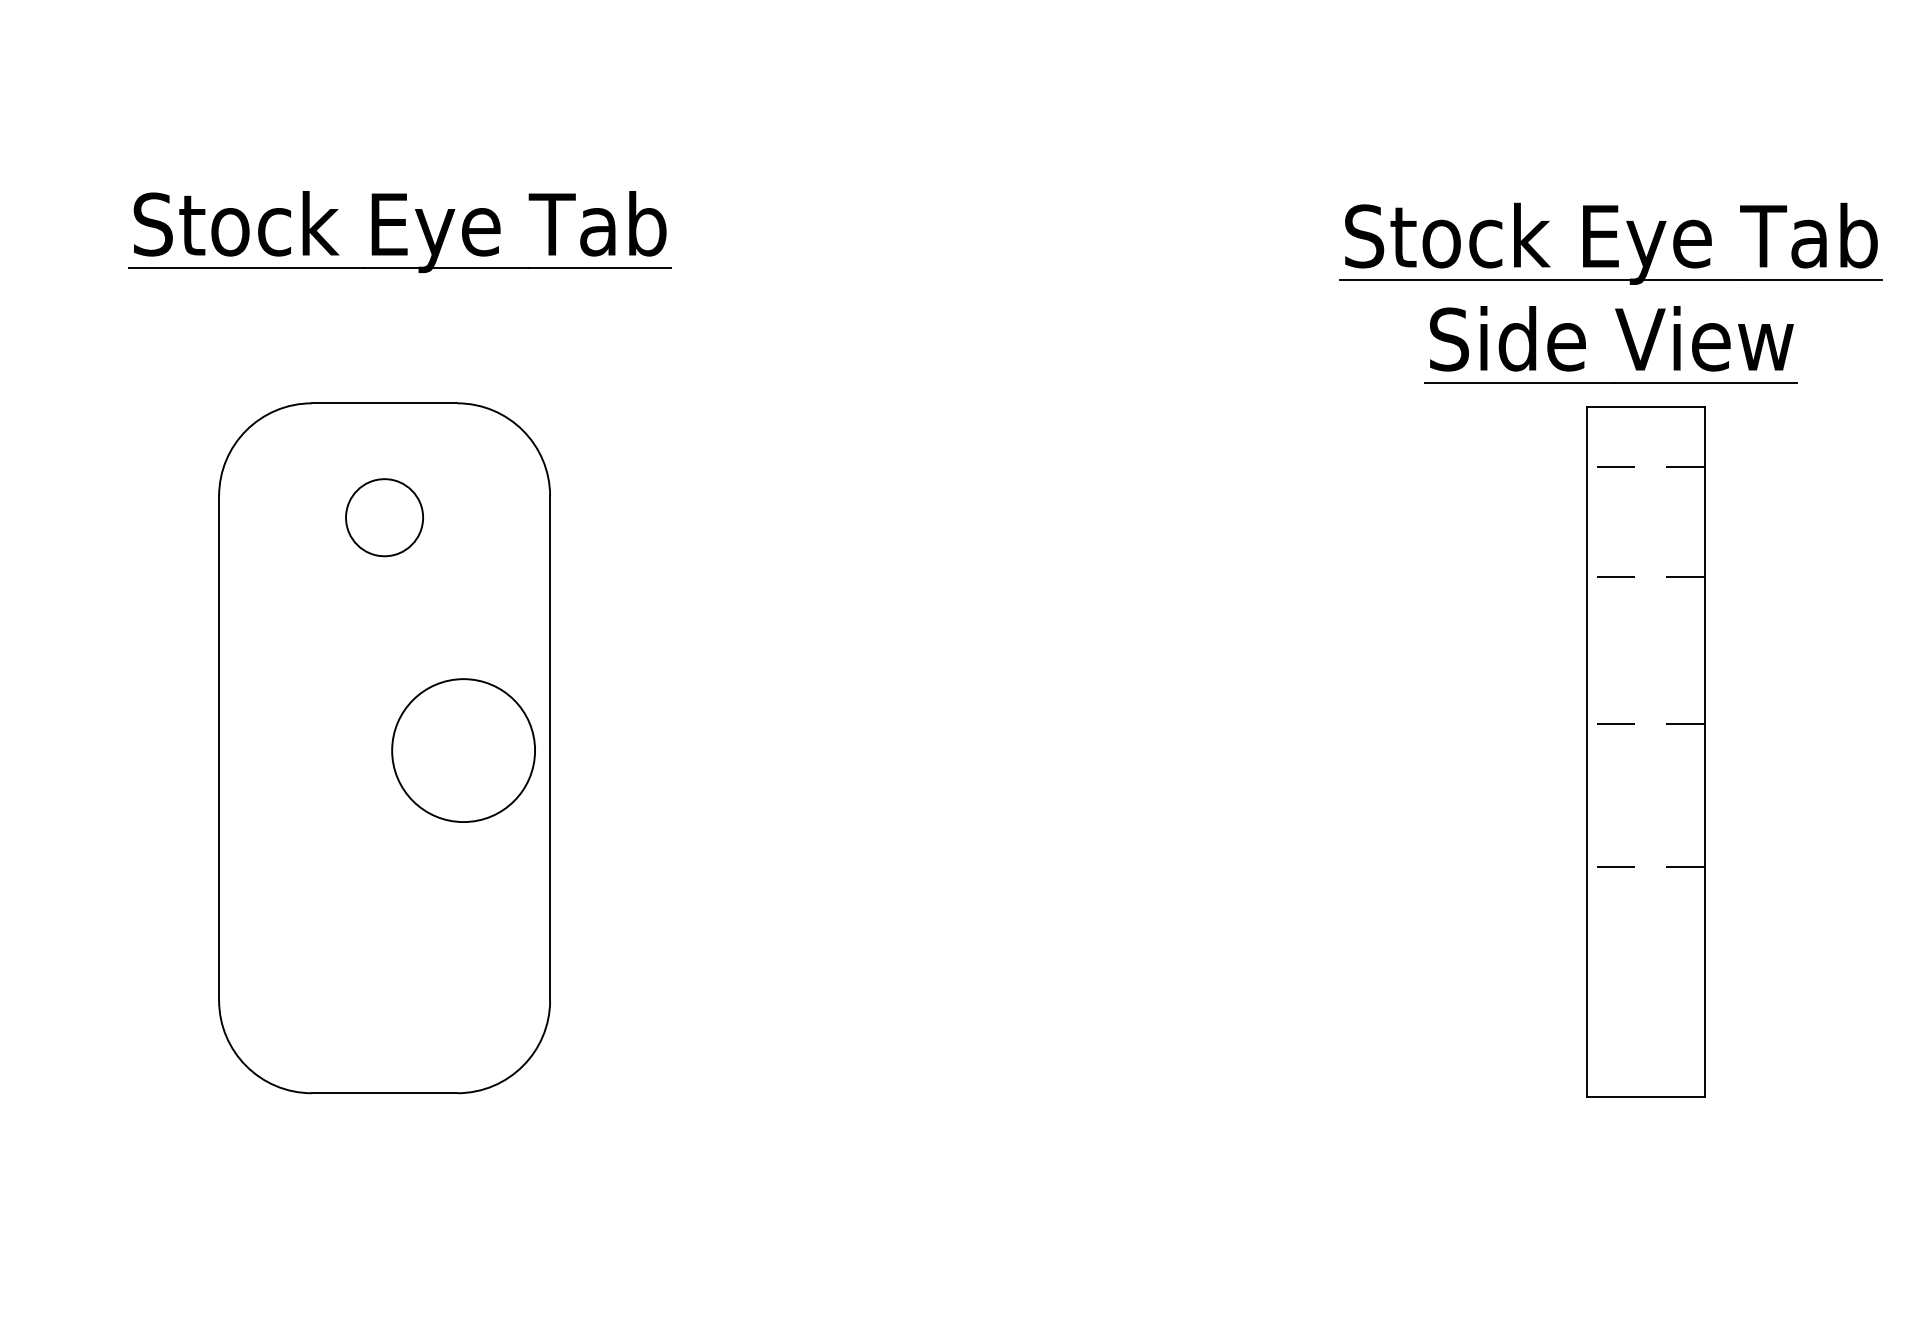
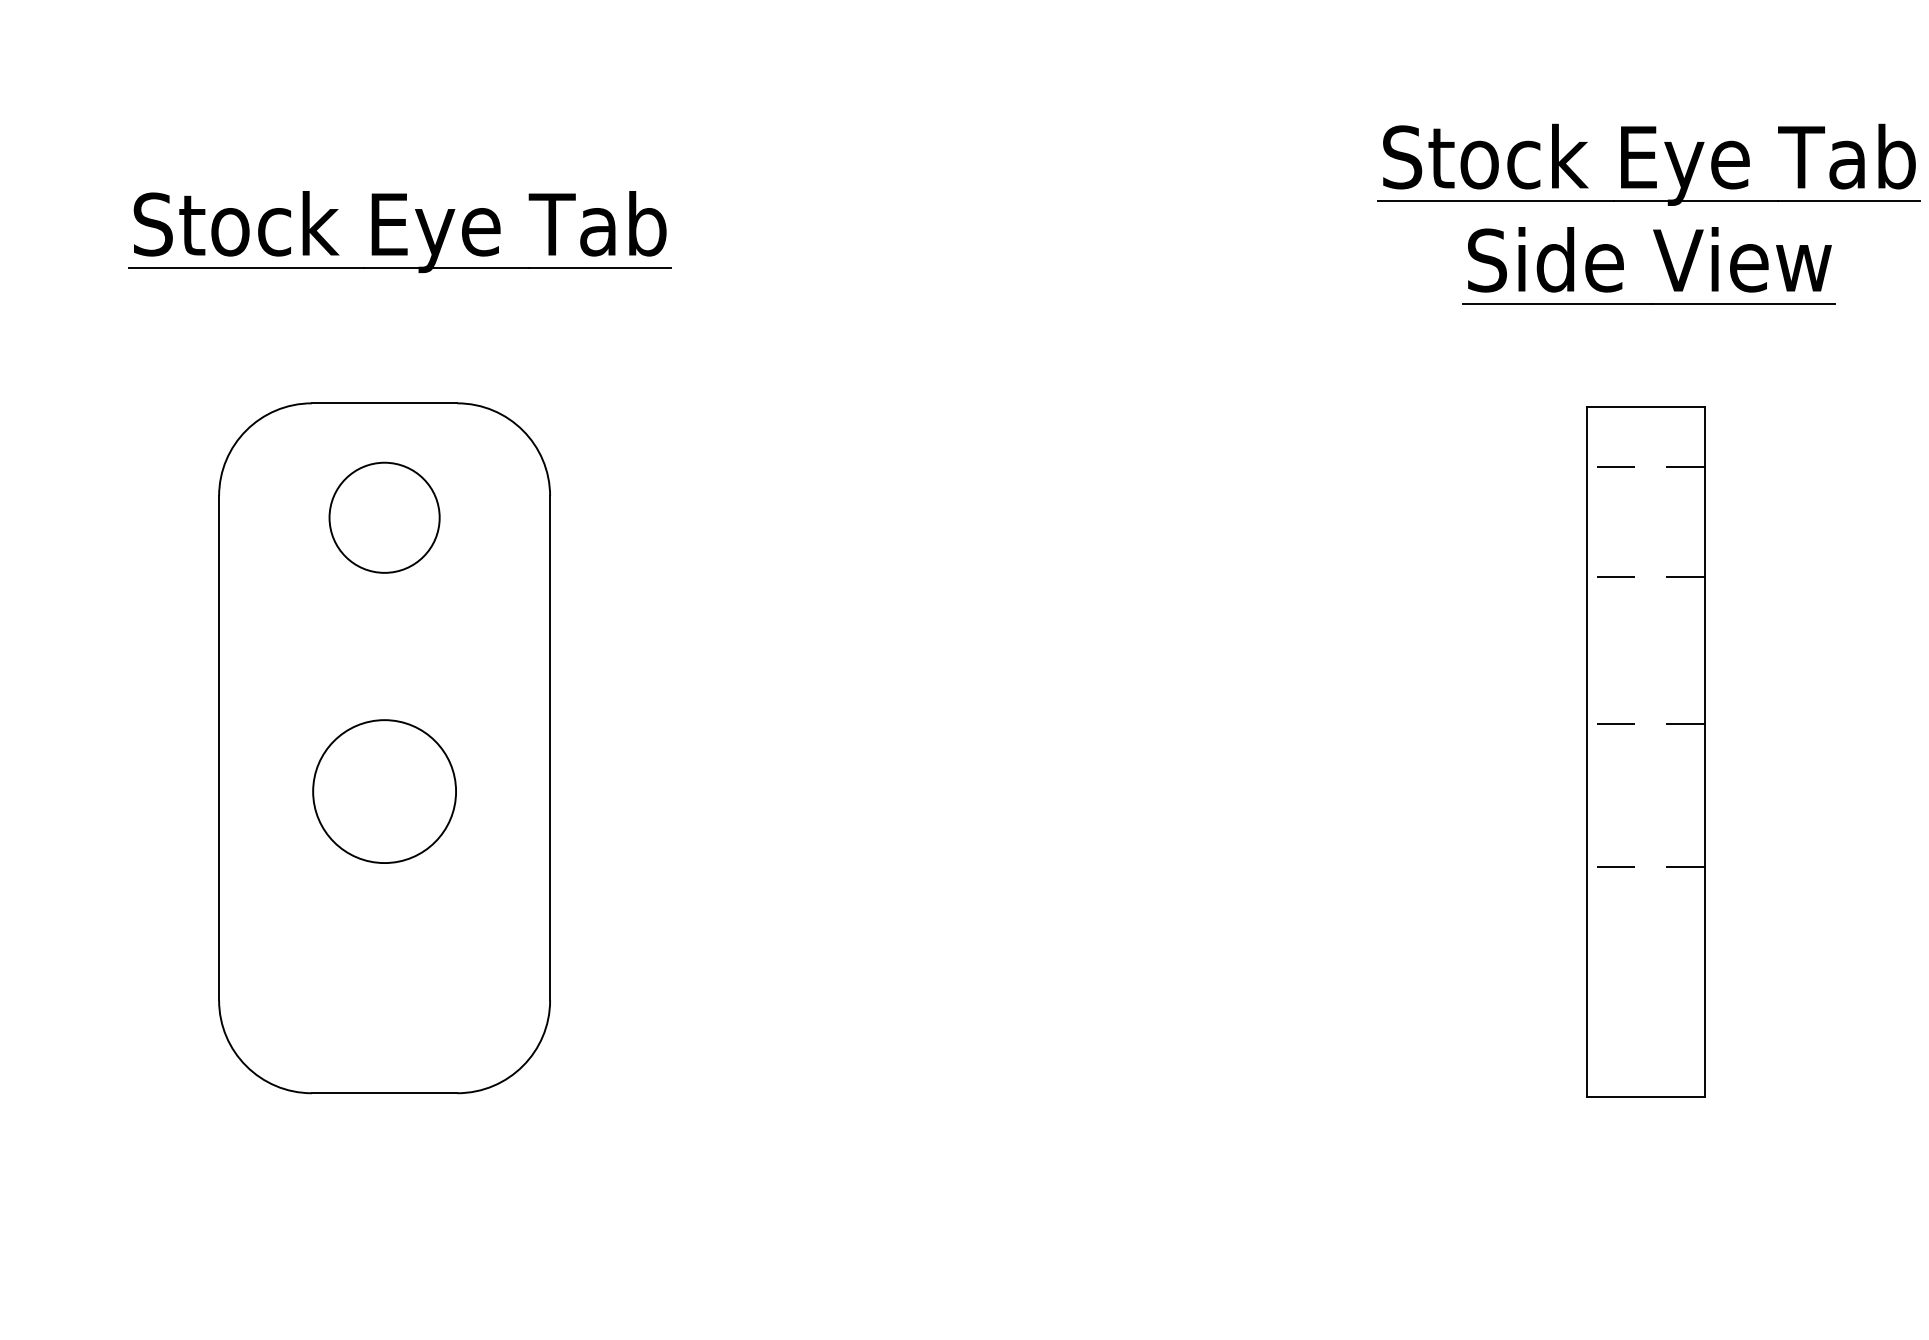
part at (1610, 280) position: (1610, 280) -> (1648, 201)
circle at (384, 517) size: 79x80 px -> 113x113 px
circle at (463, 750) position: (463, 750) -> (384, 791)
